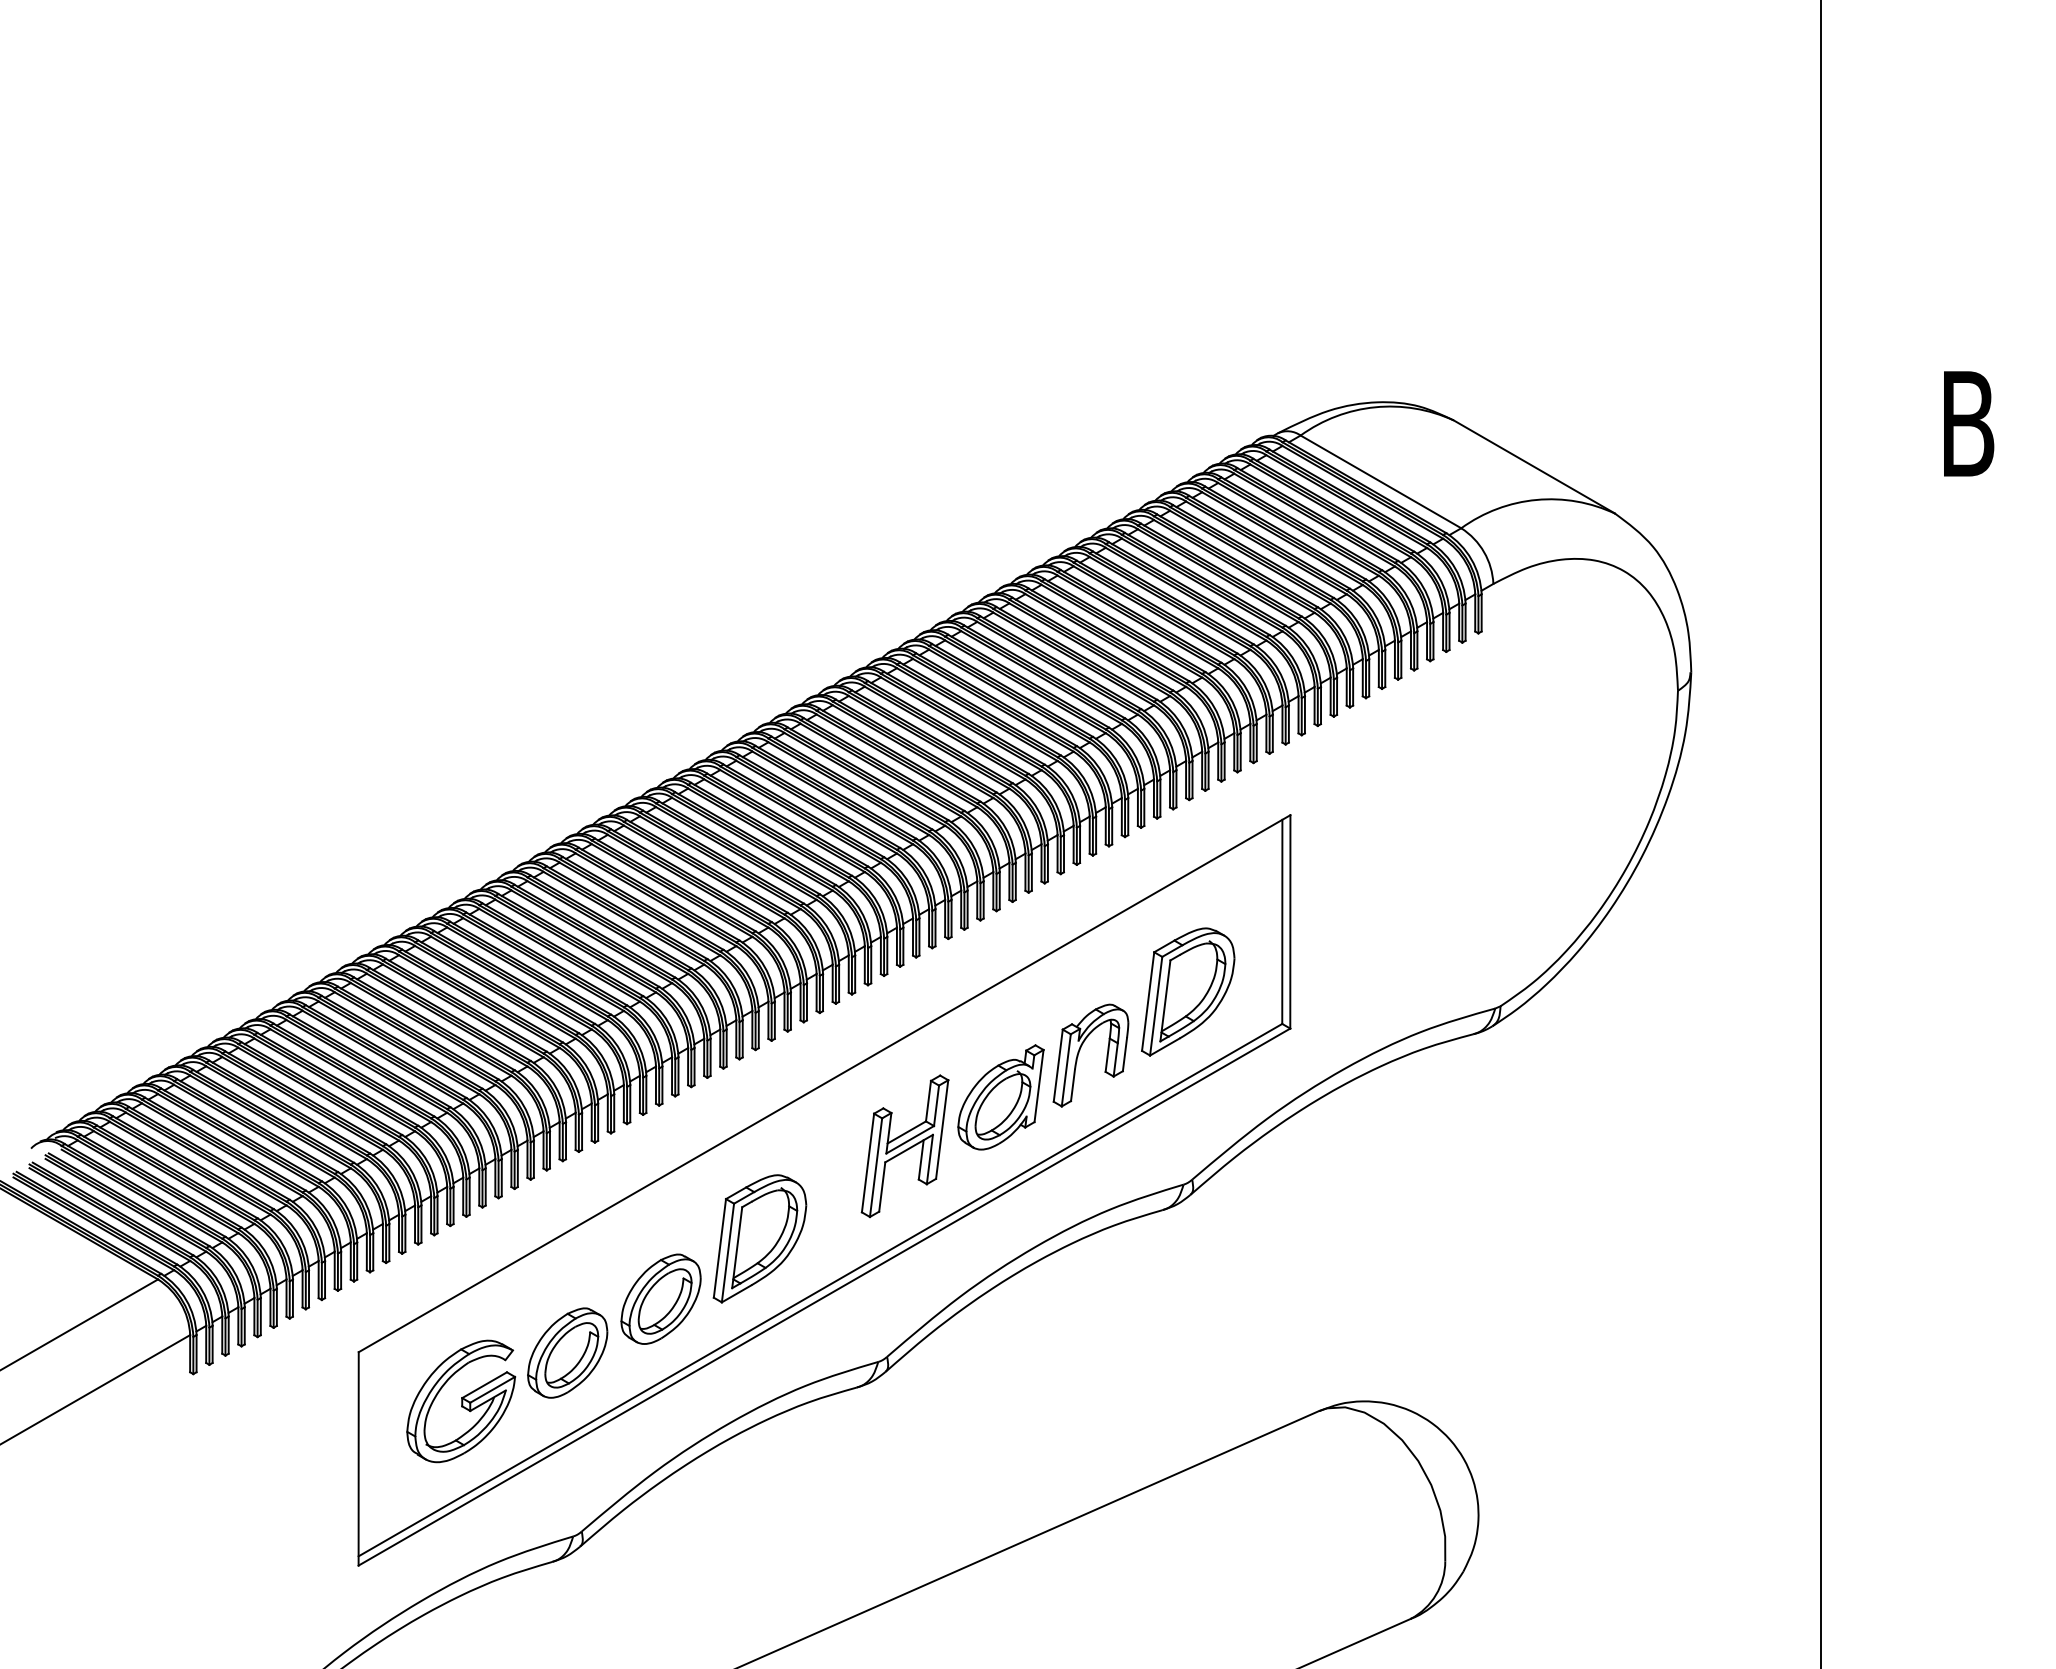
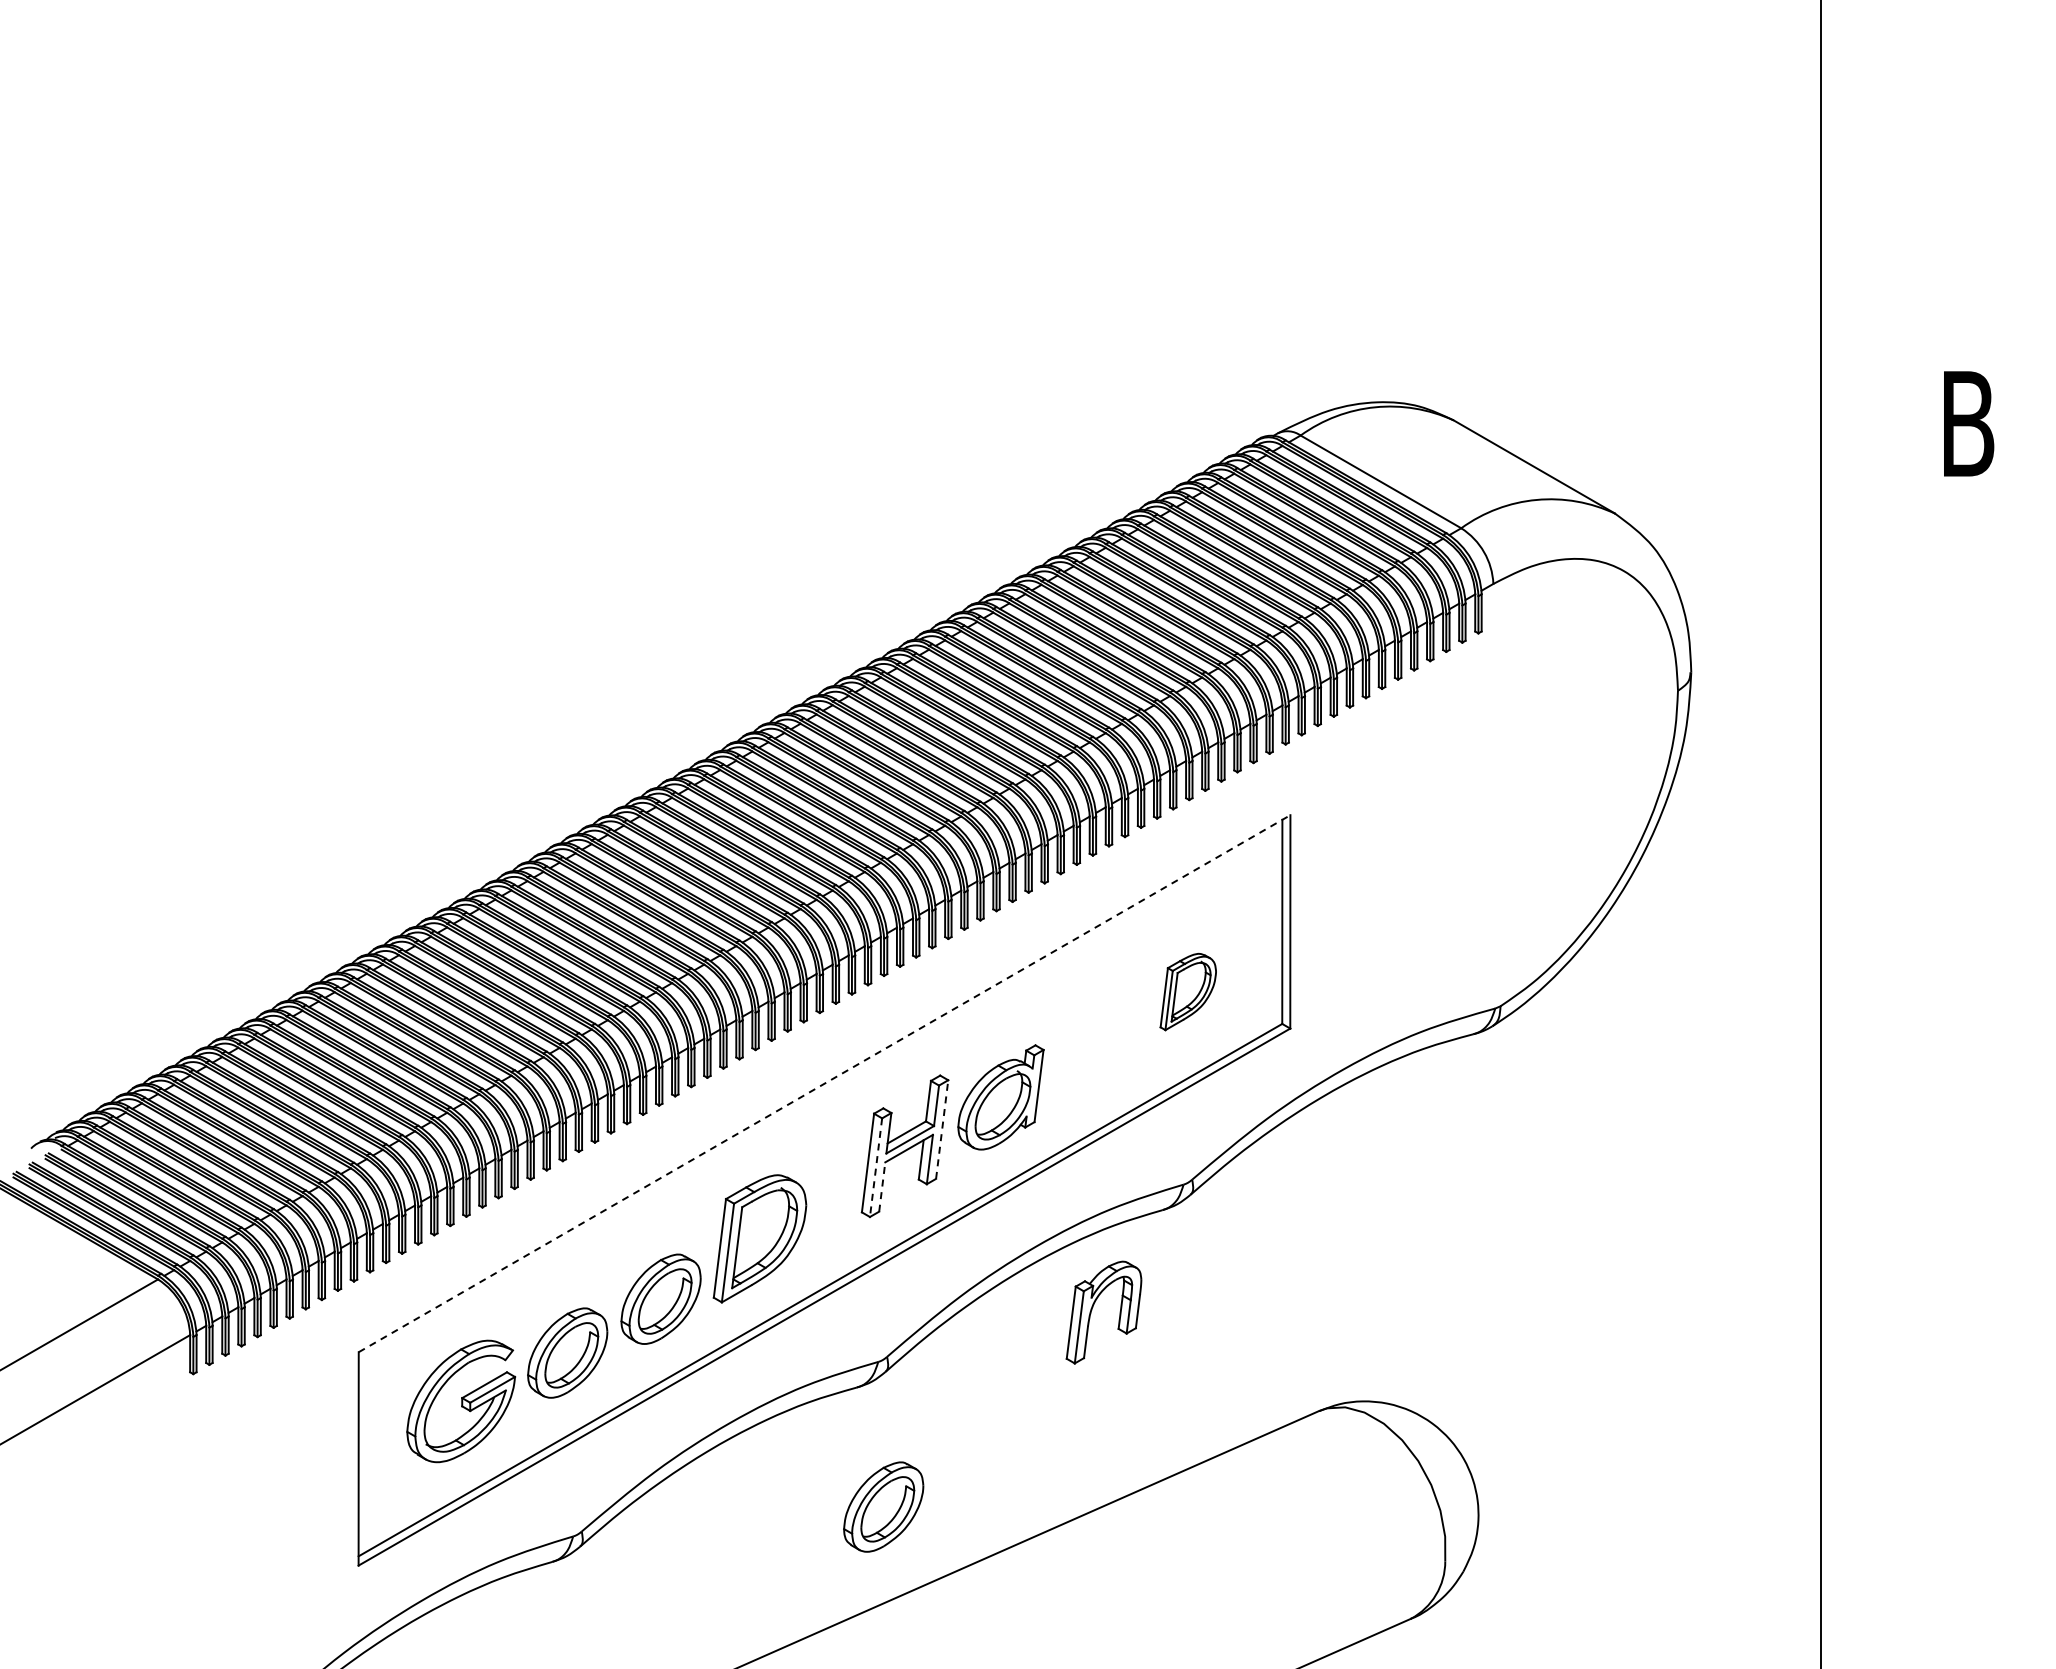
part at (1188, 991) size: 95x130 px -> 58x80 px
part at (1080, 1050) position: (1080, 1050) -> (1093, 1307)
line at (824, 1083): solid -> dashed
line at (942, 1129): solid -> dashed
line at (876, 1167): solid -> dashed
line at (882, 1187): solid -> dashed
part at (883, 1506): none -> present
